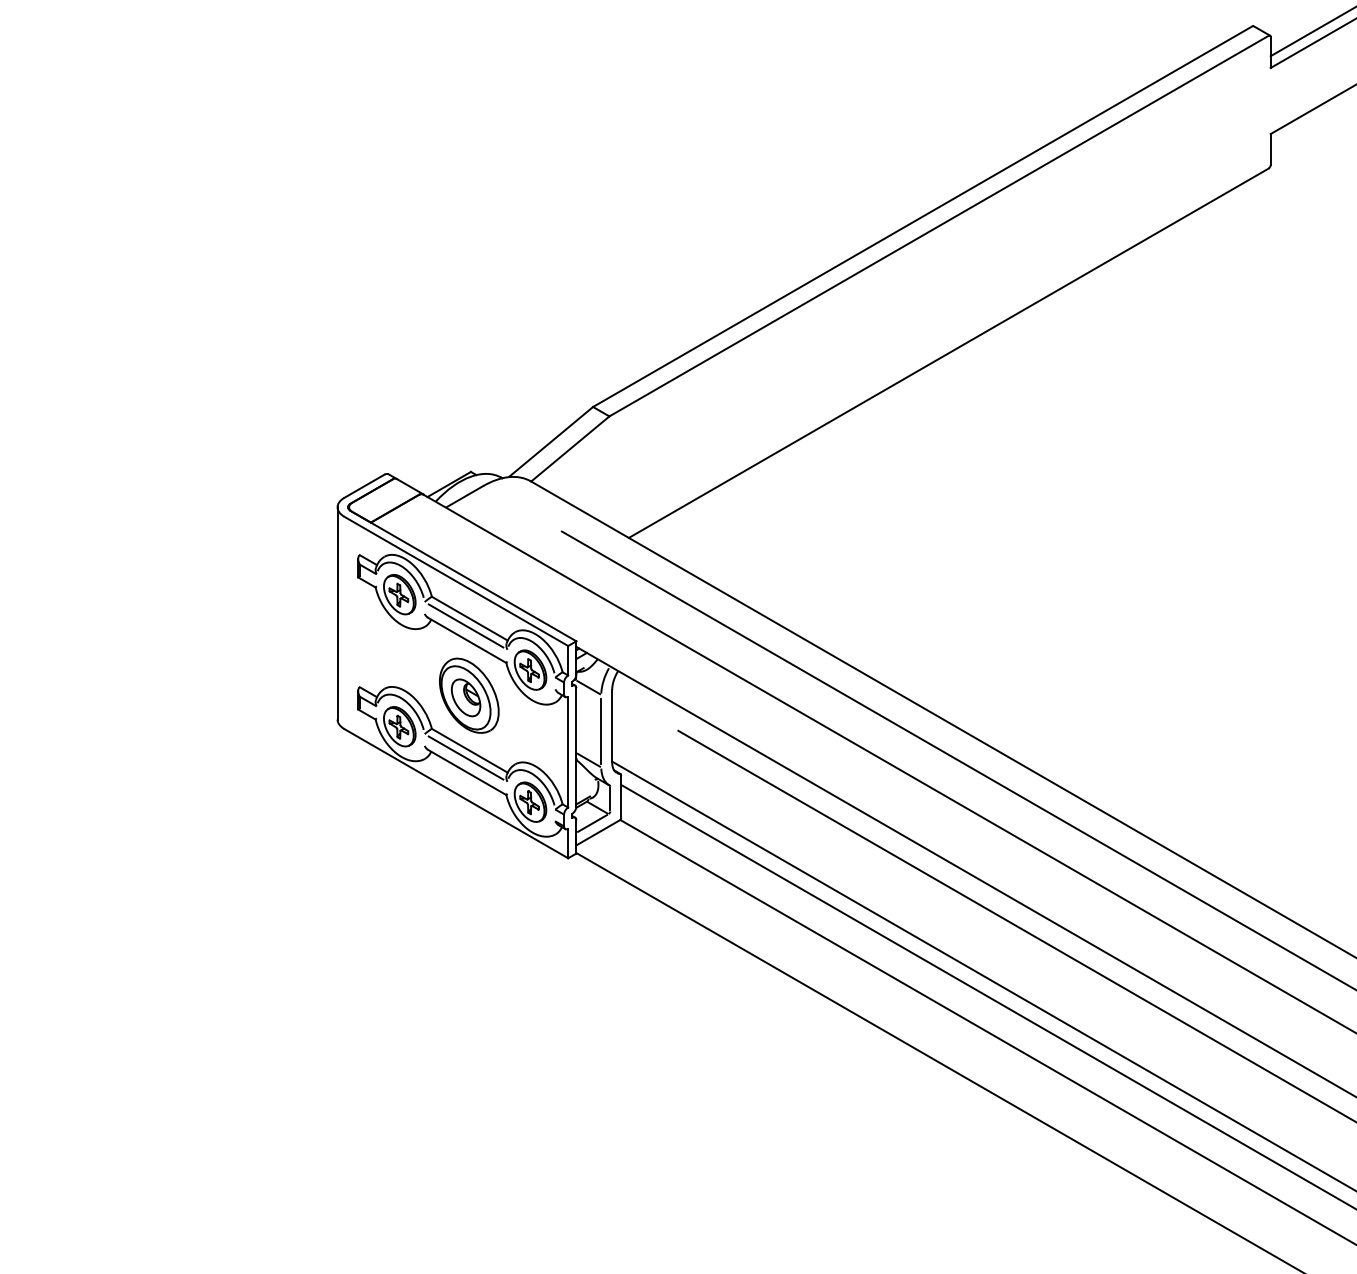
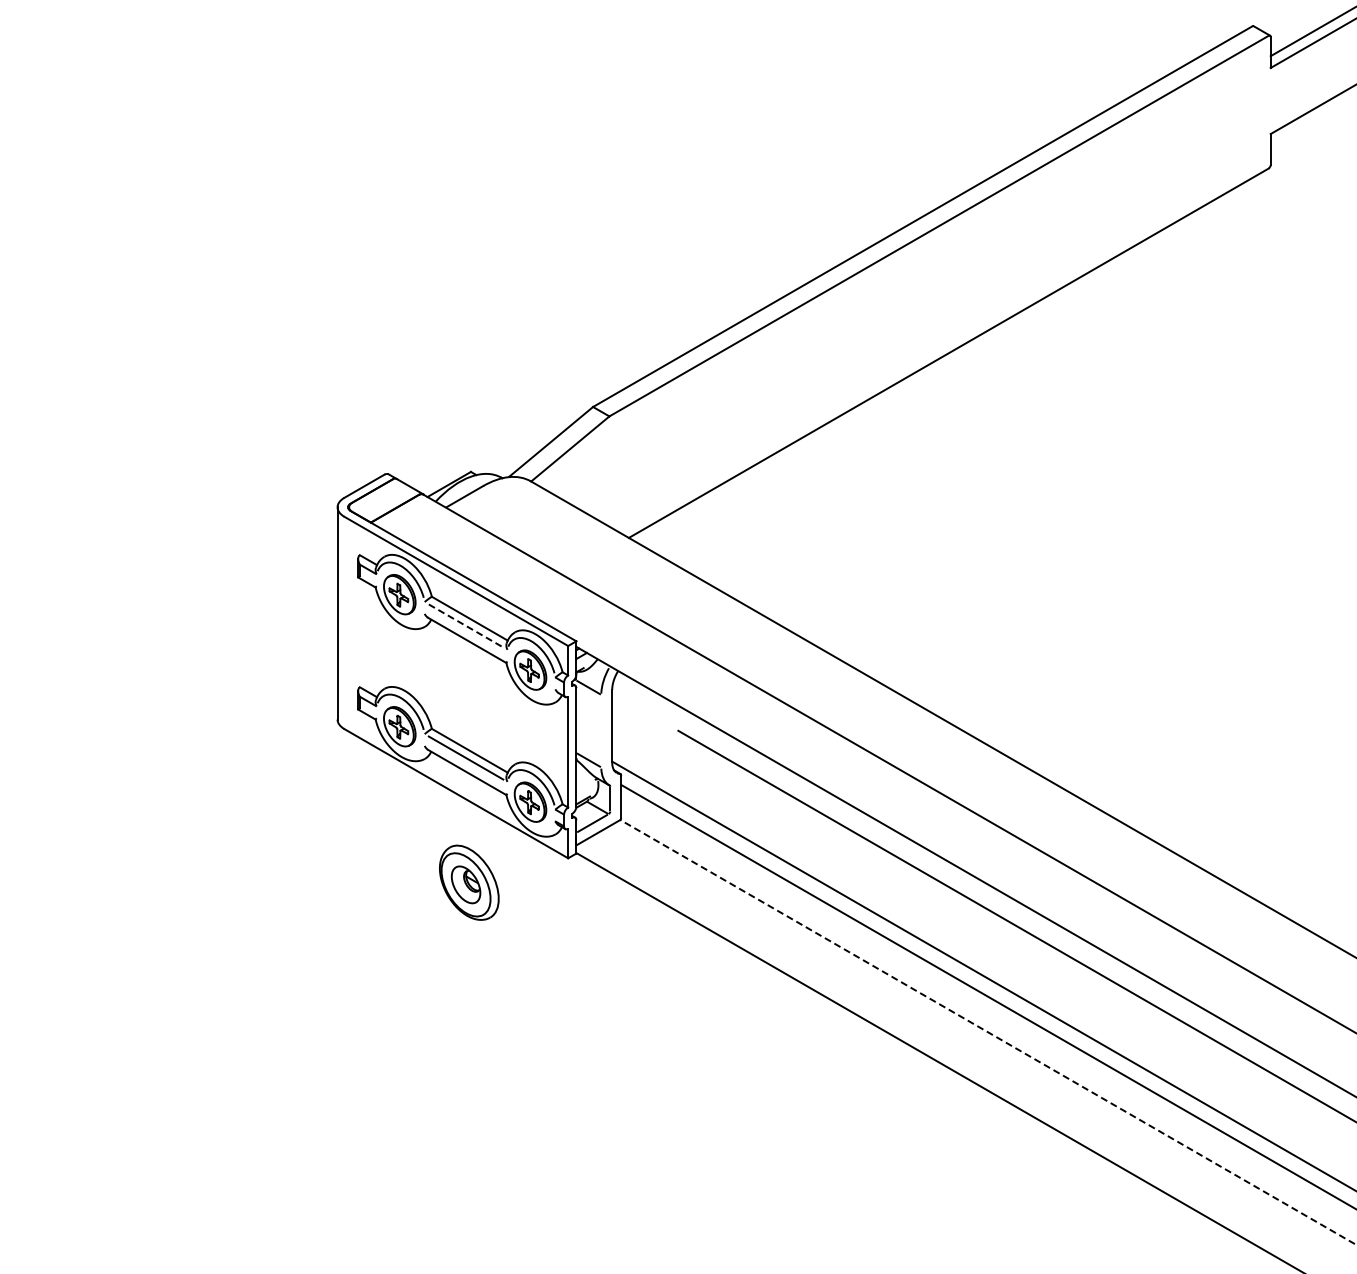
line at (466, 626): solid -> dashed
part at (469, 695) position: (469, 695) -> (469, 882)
line at (601, 730): present -> none
line at (957, 759): present -> none
line at (988, 1032): solid -> dashed
